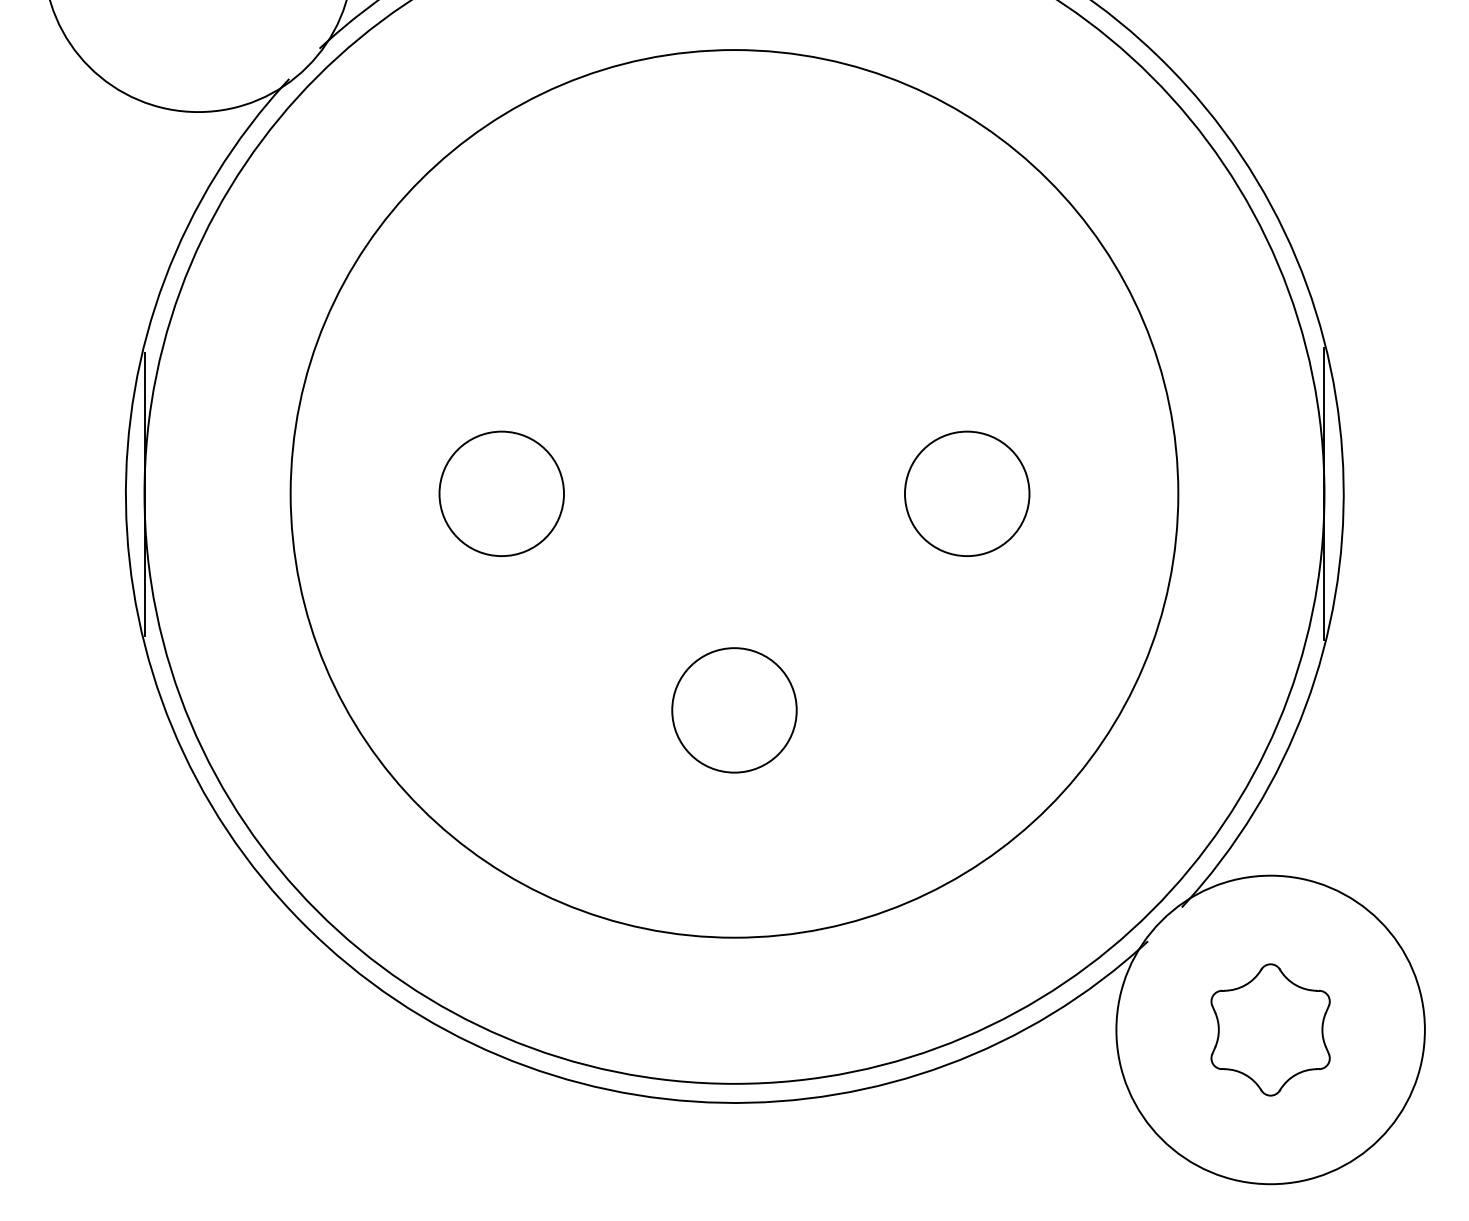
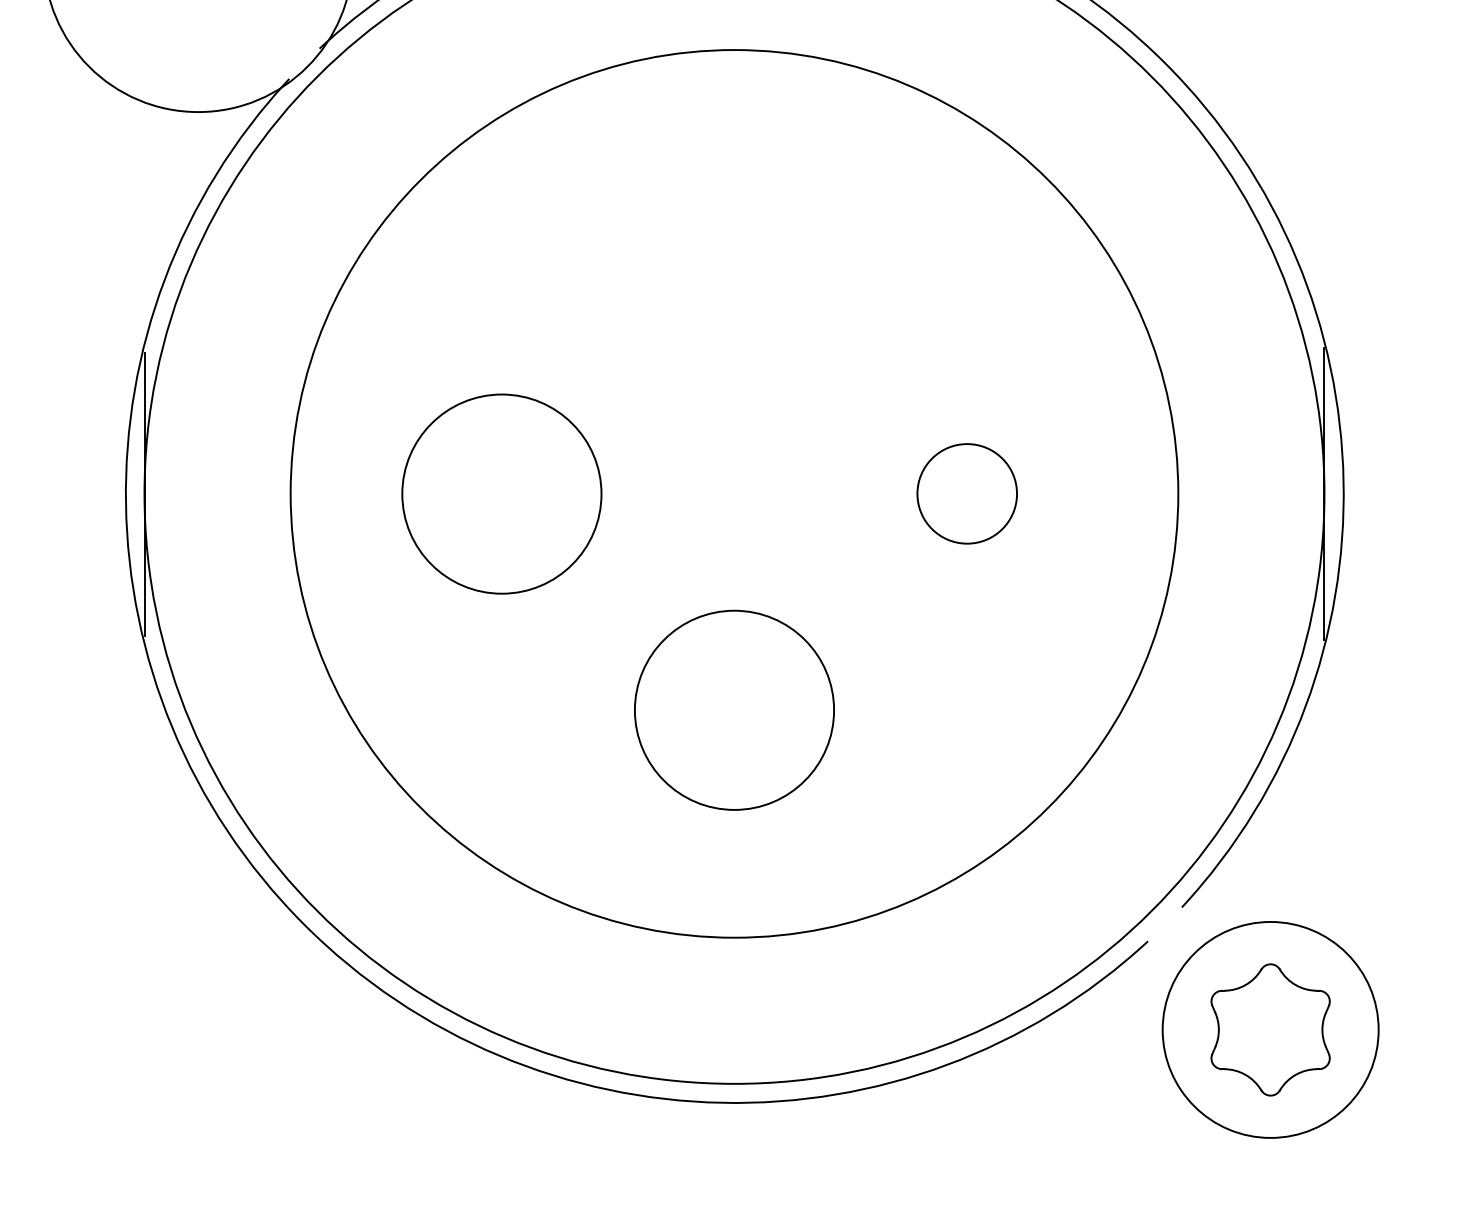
circle at (501, 493) size: 127x127 px -> 202x202 px
circle at (966, 493) diameter: 124 px -> 100 px
circle at (734, 710) size: 127x127 px -> 201x202 px
circle at (1270, 1029) diameter: 309 px -> 216 px
